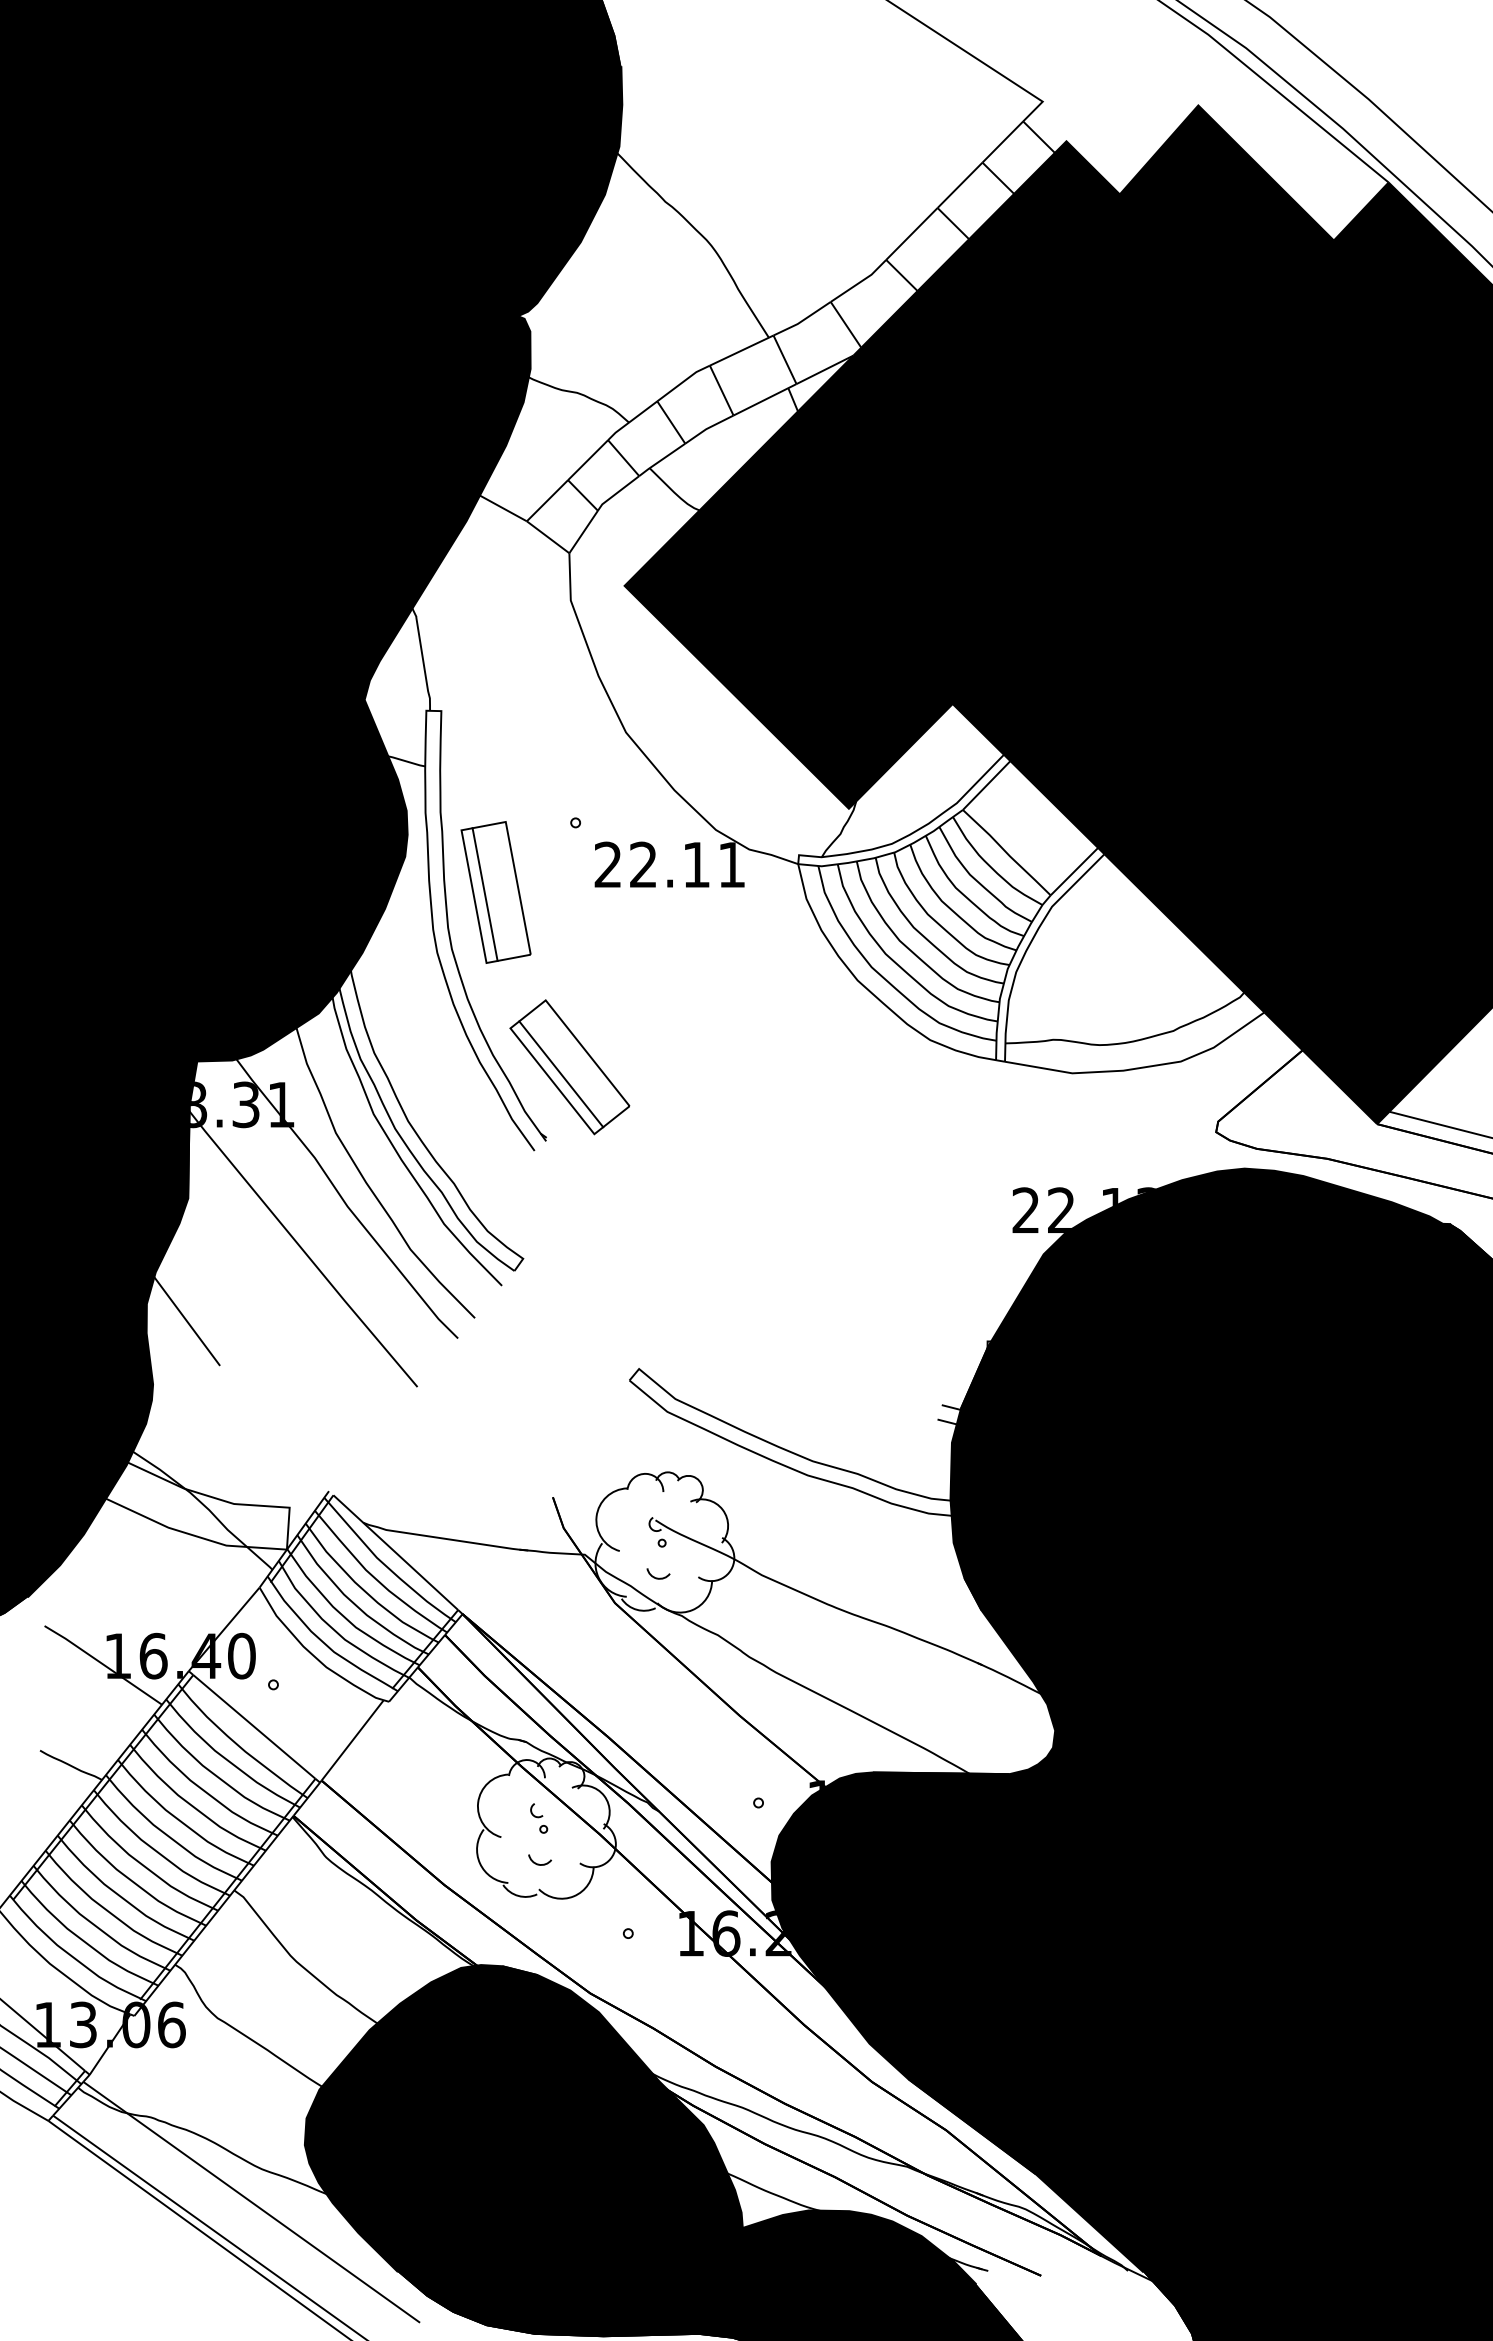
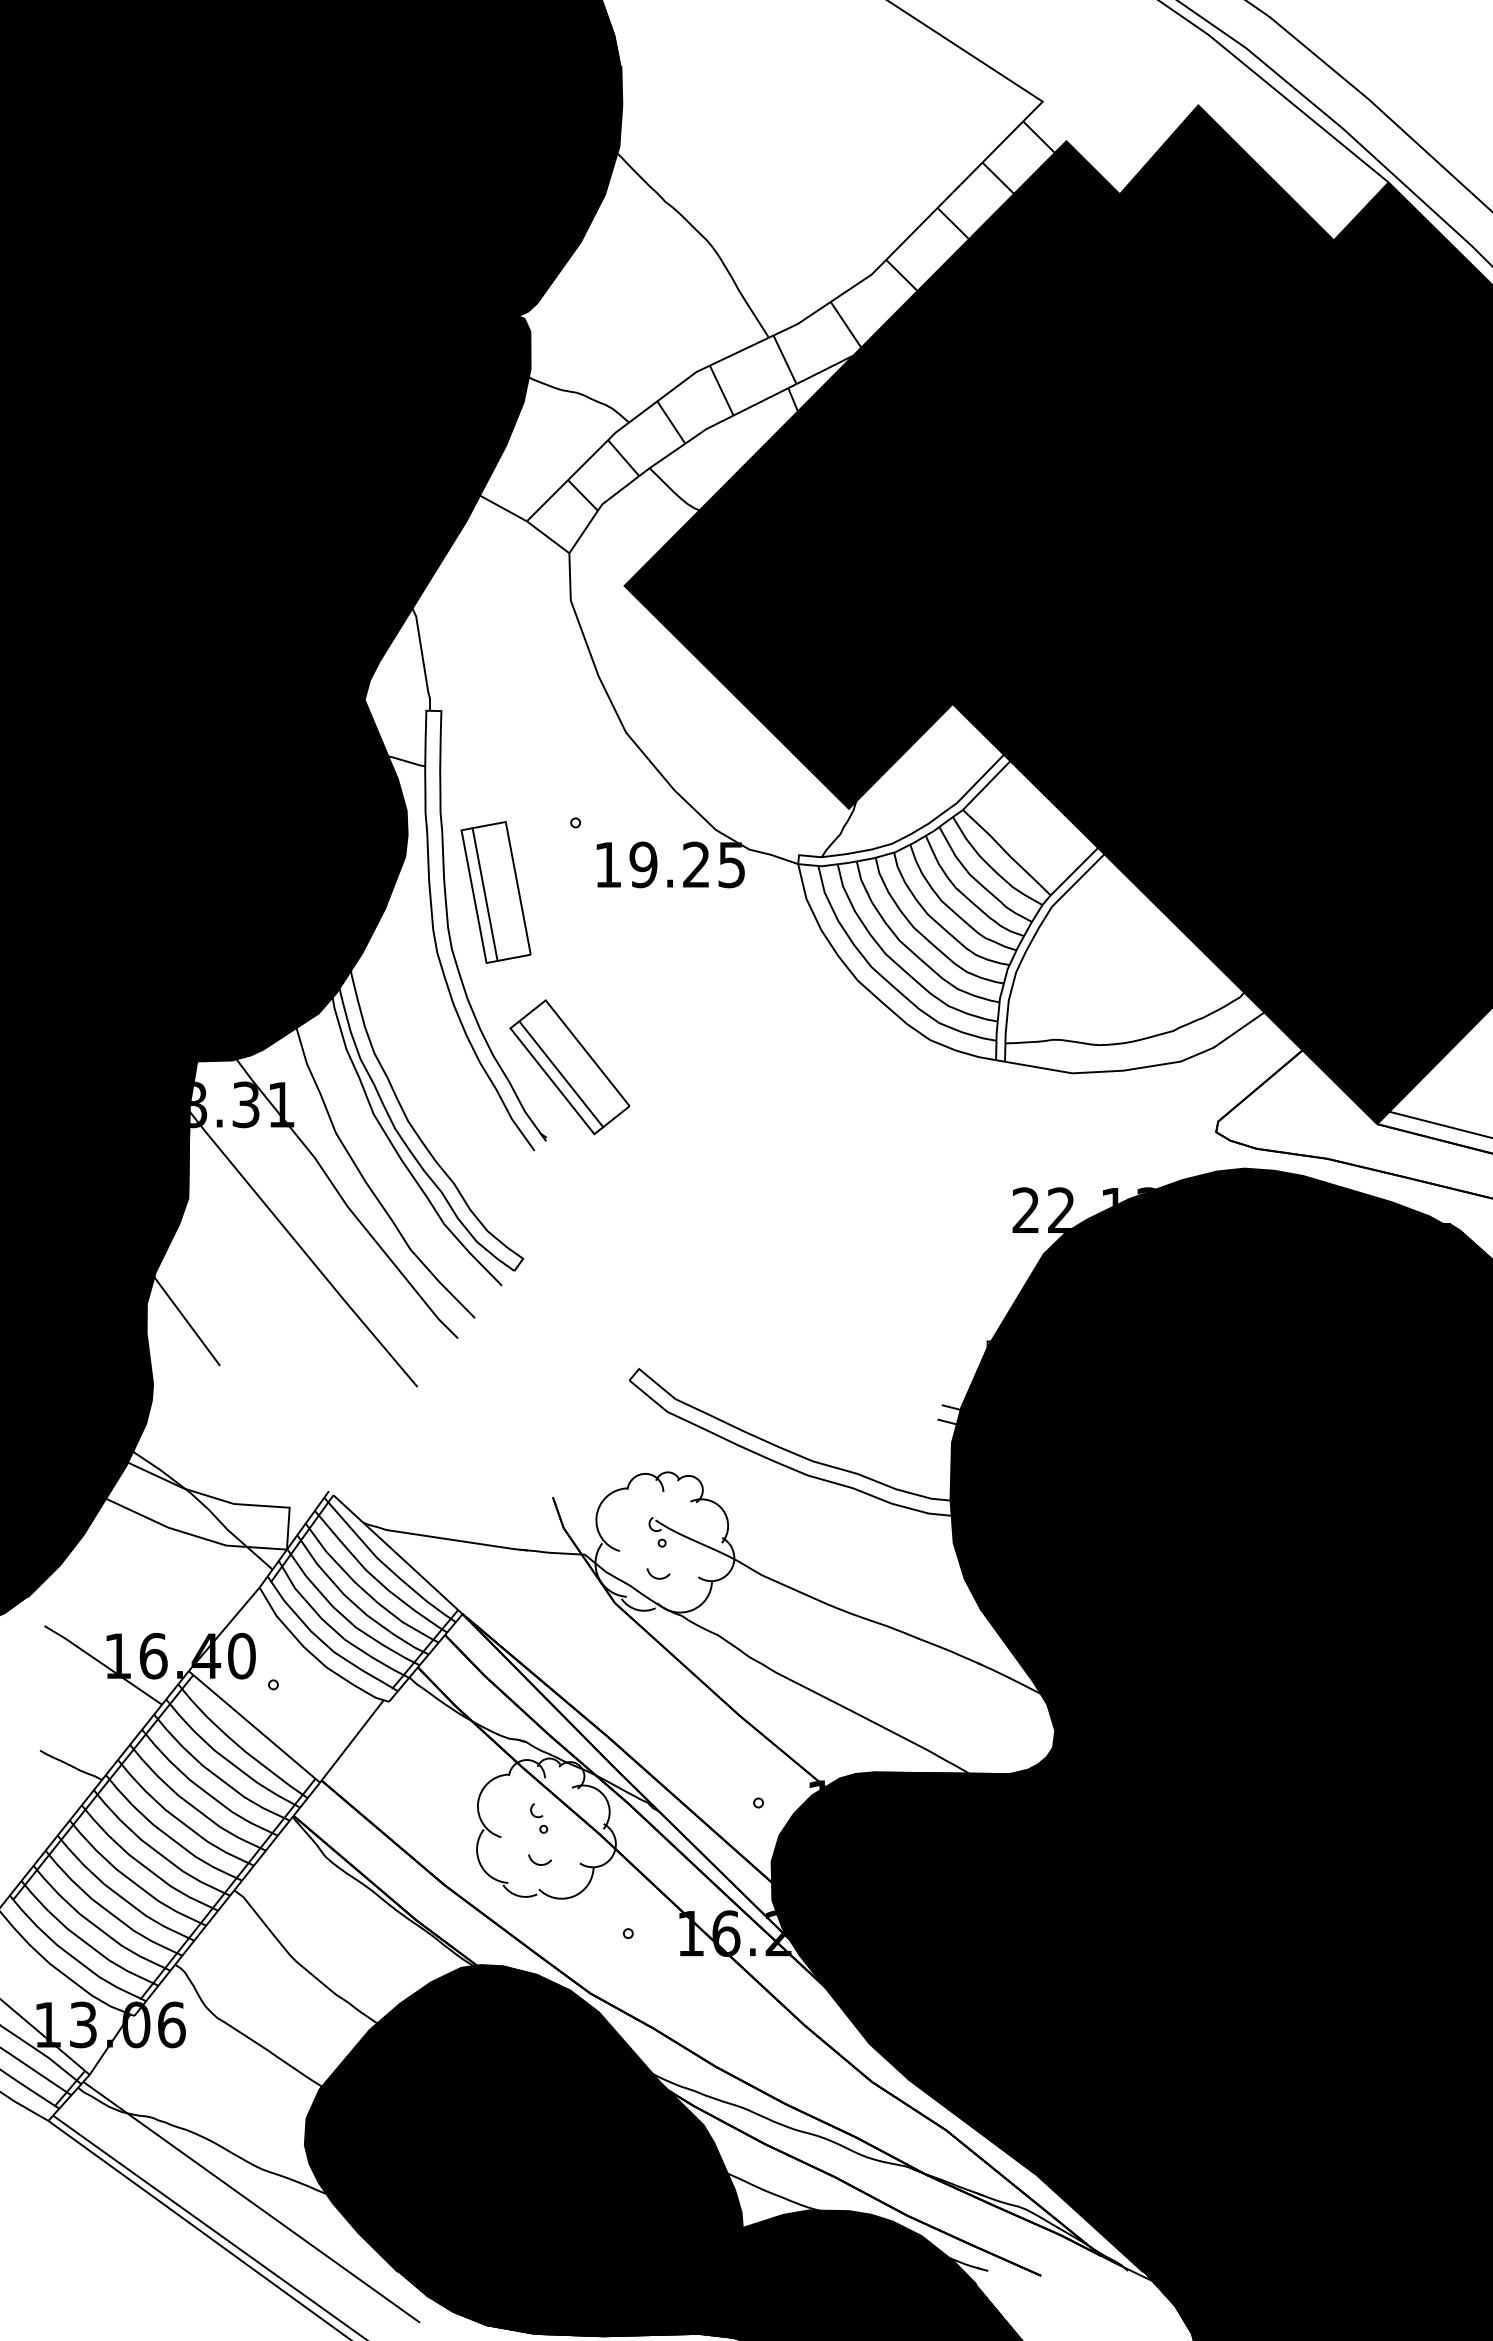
text at (669, 864): 22.11 -> 19.25
